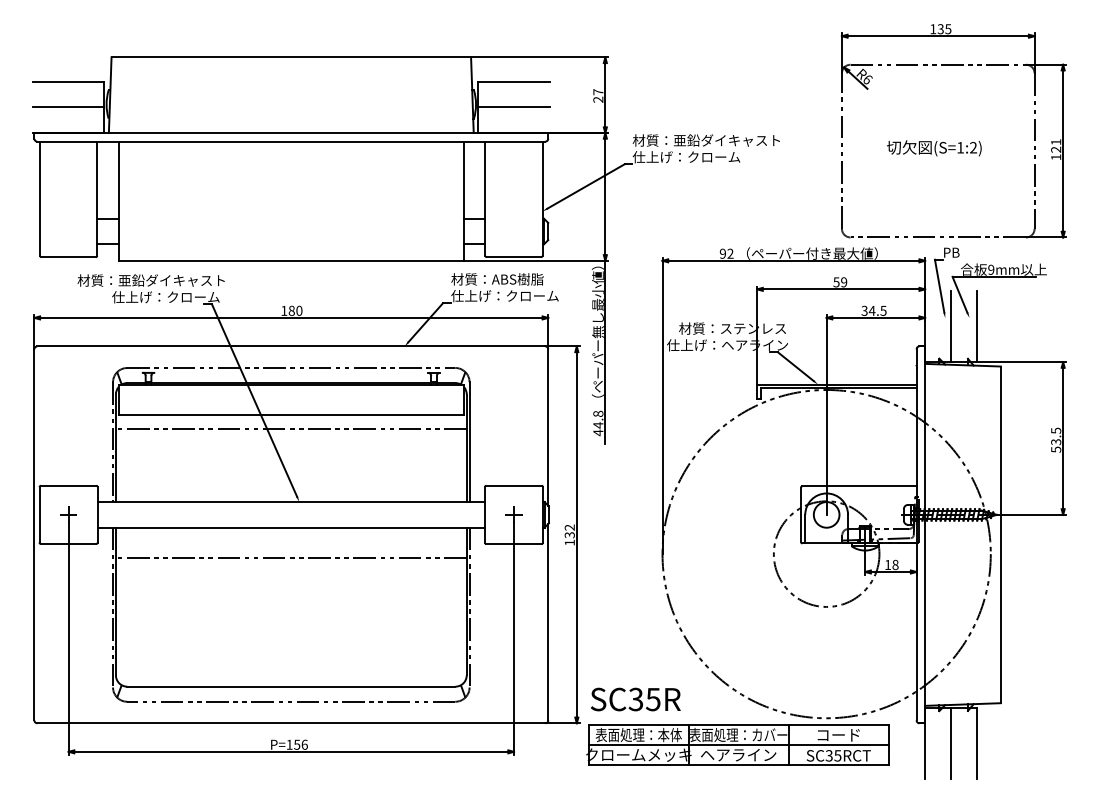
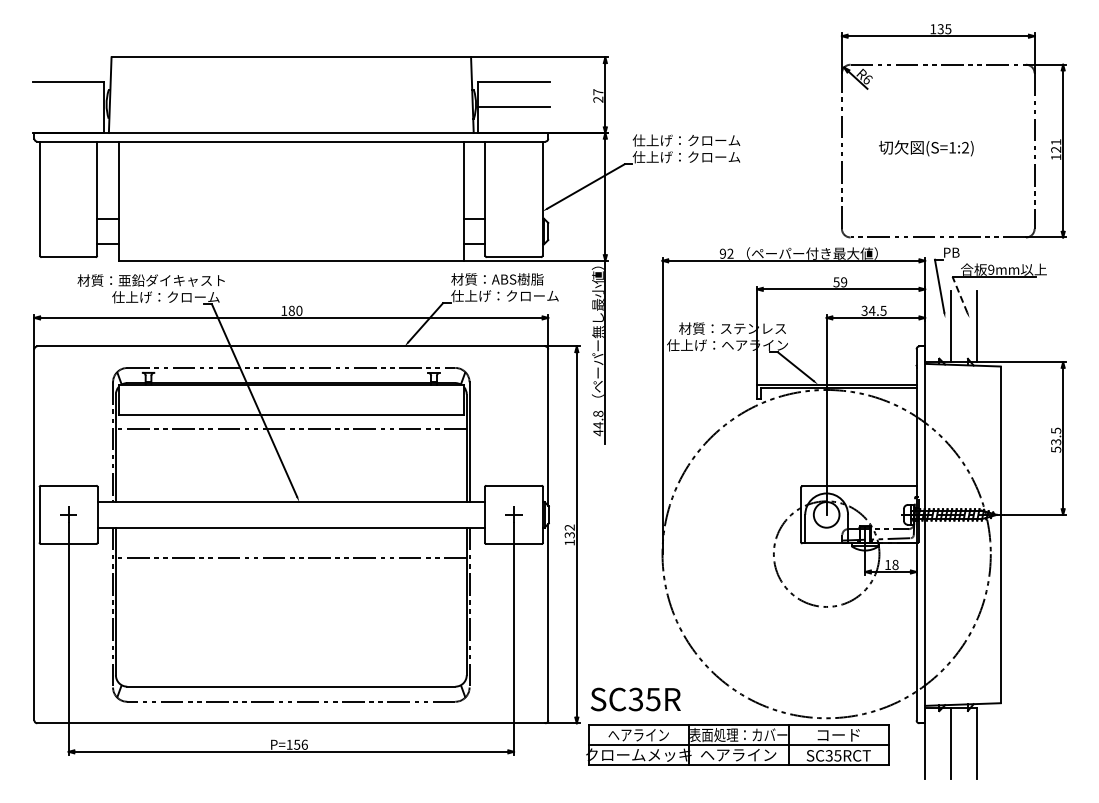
line at (68, 107): present -> none
text at (705, 140): 材質：亜鉛ダイキャスト -> 仕上げ：クローム
text at (934, 148) position: (934, 148) -> (926, 148)
line at (959, 294): solid -> dashed
text at (638, 734): 表面処理：本体 -> ヘアライン
